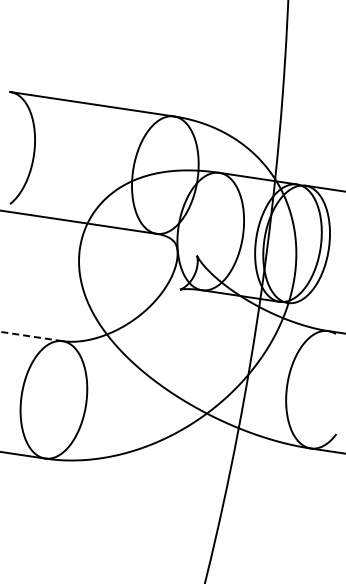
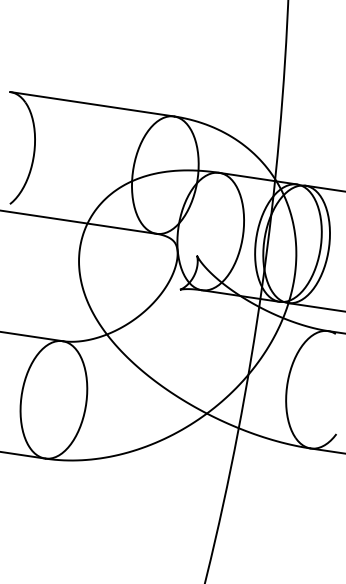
line at (314, 307): none -> present
line at (31, 336): dashed -> solid
